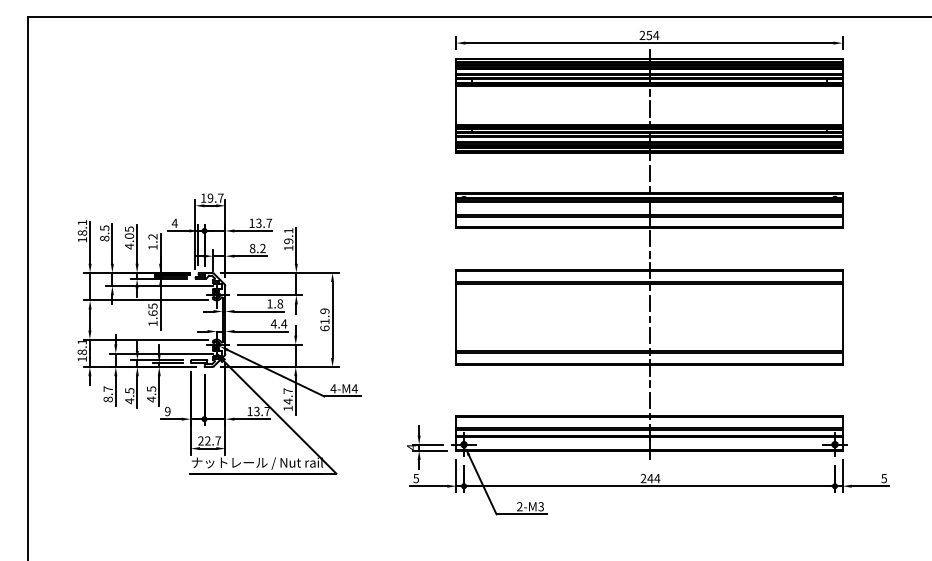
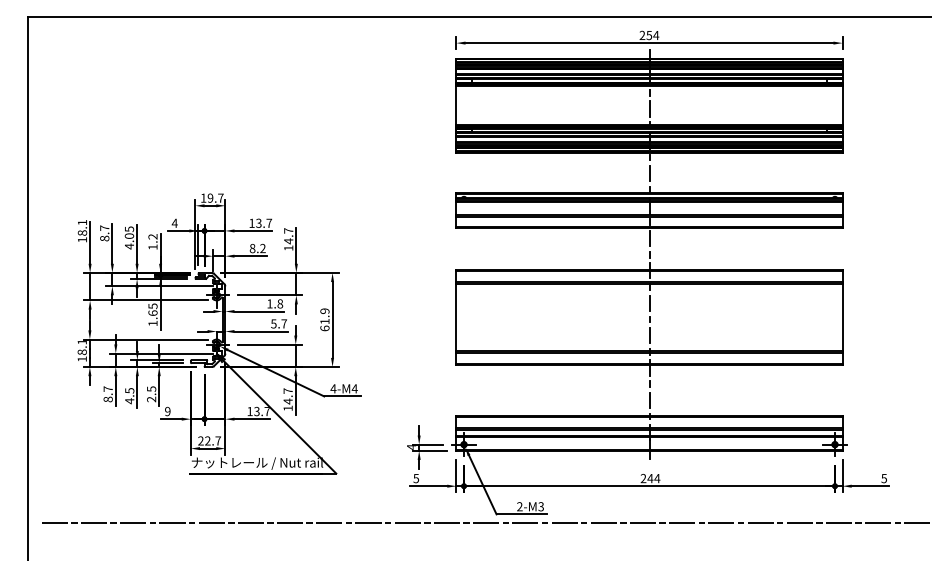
text at (104, 228): 8.5 -> 8.7
text at (288, 236): 19.1 -> 14.7
text at (278, 323): 4.4 -> 5.7
text at (151, 399): 4.5 -> 2.5
line at (484, 522): none -> present
